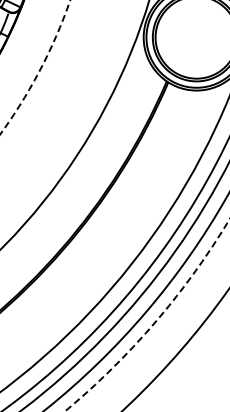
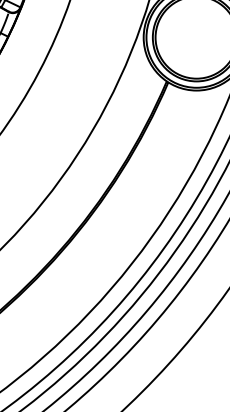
arc at (40, 70): dashed -> solid
arc at (155, 322): dashed -> solid
